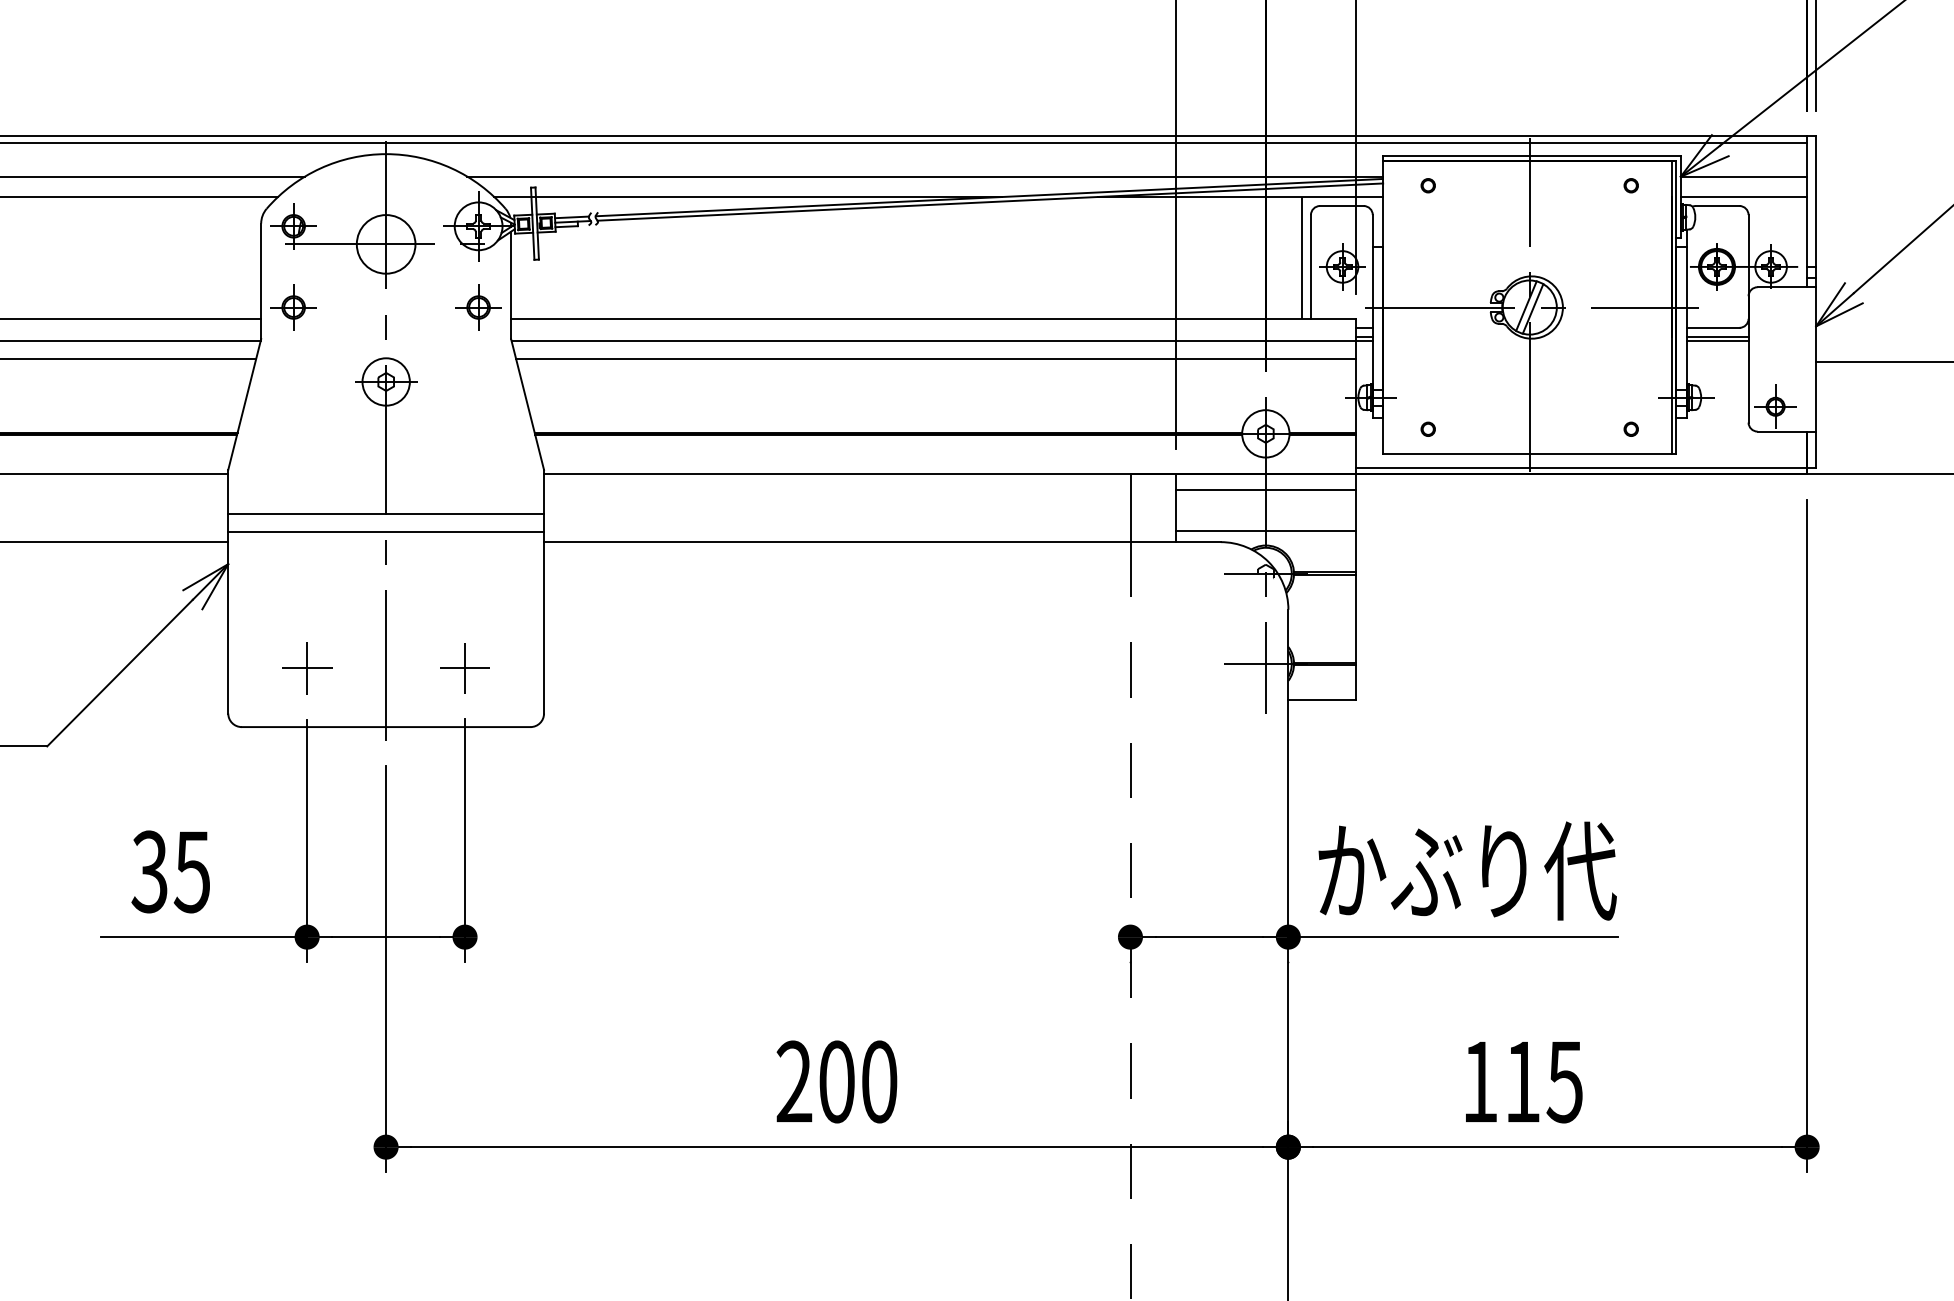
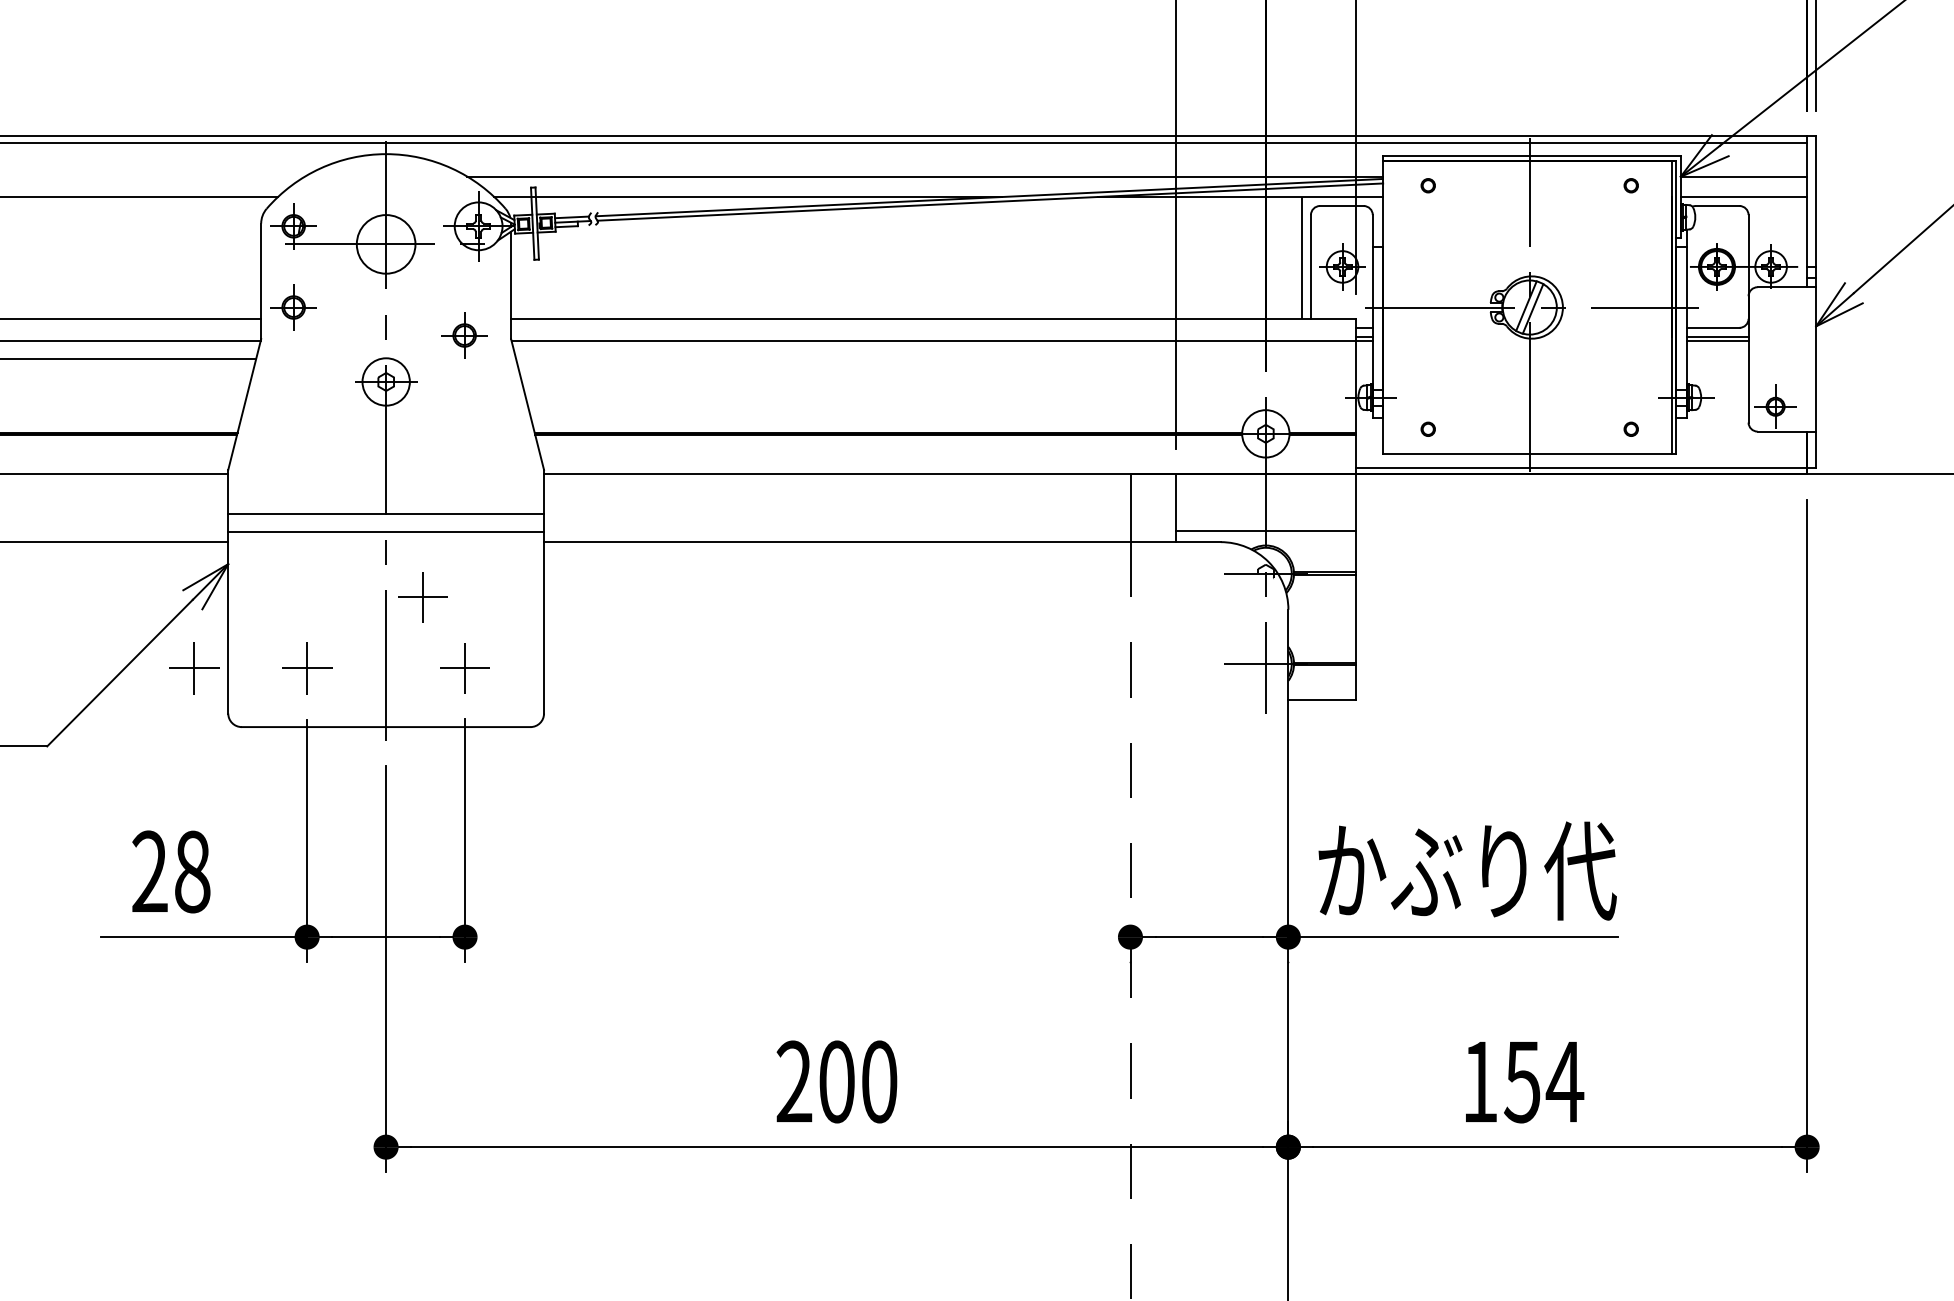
line at (153, 176): present -> none
part at (478, 307) position: (478, 307) -> (464, 335)
line at (936, 359): present -> none
line at (1883, 361): present -> none
line at (1265, 490): present -> none
part at (422, 597): none -> present
part at (194, 668): none -> present
text at (170, 871): 35 -> 28
text at (1544, 1082): 115 -> 154
